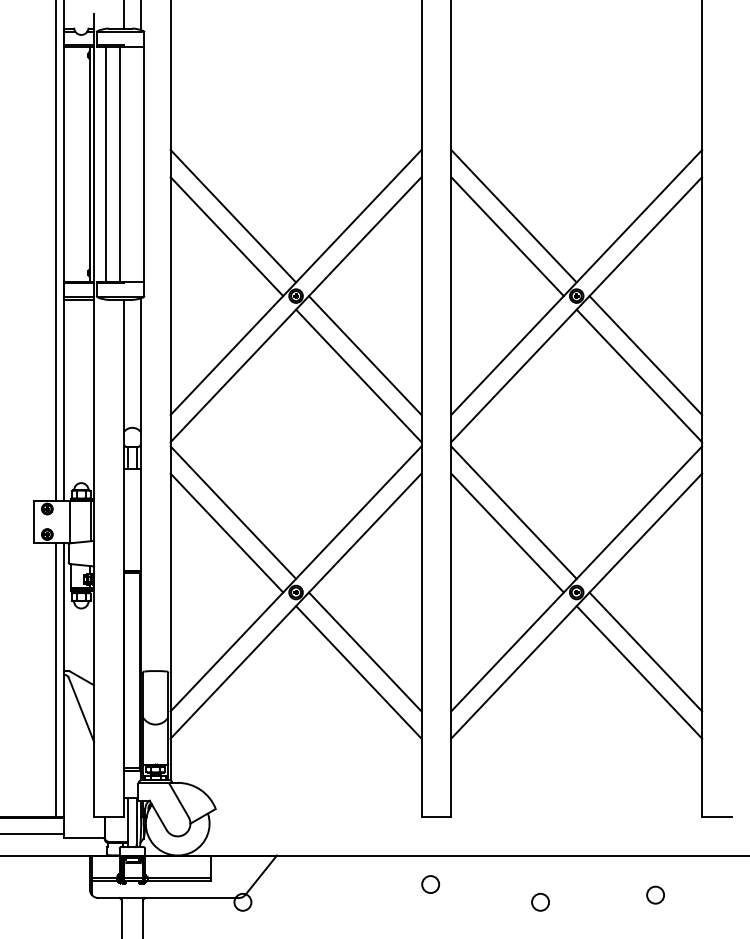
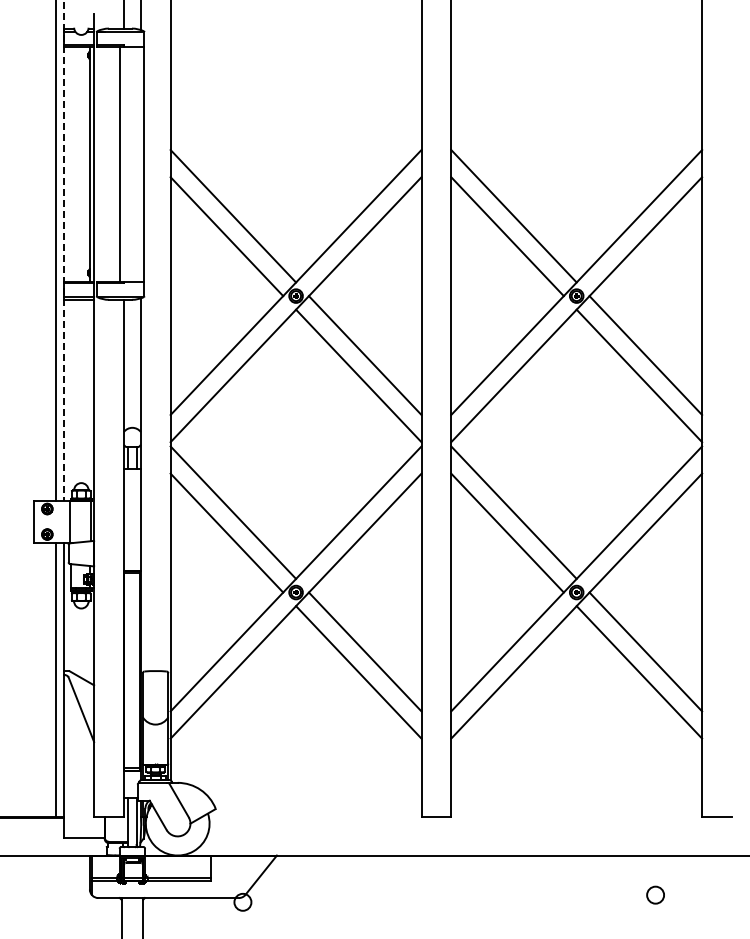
line at (106, 163): present -> none
line at (64, 250): solid -> dashed
line at (33, 833): present -> none
circle at (430, 884): present -> none
circle at (540, 901): present -> none
